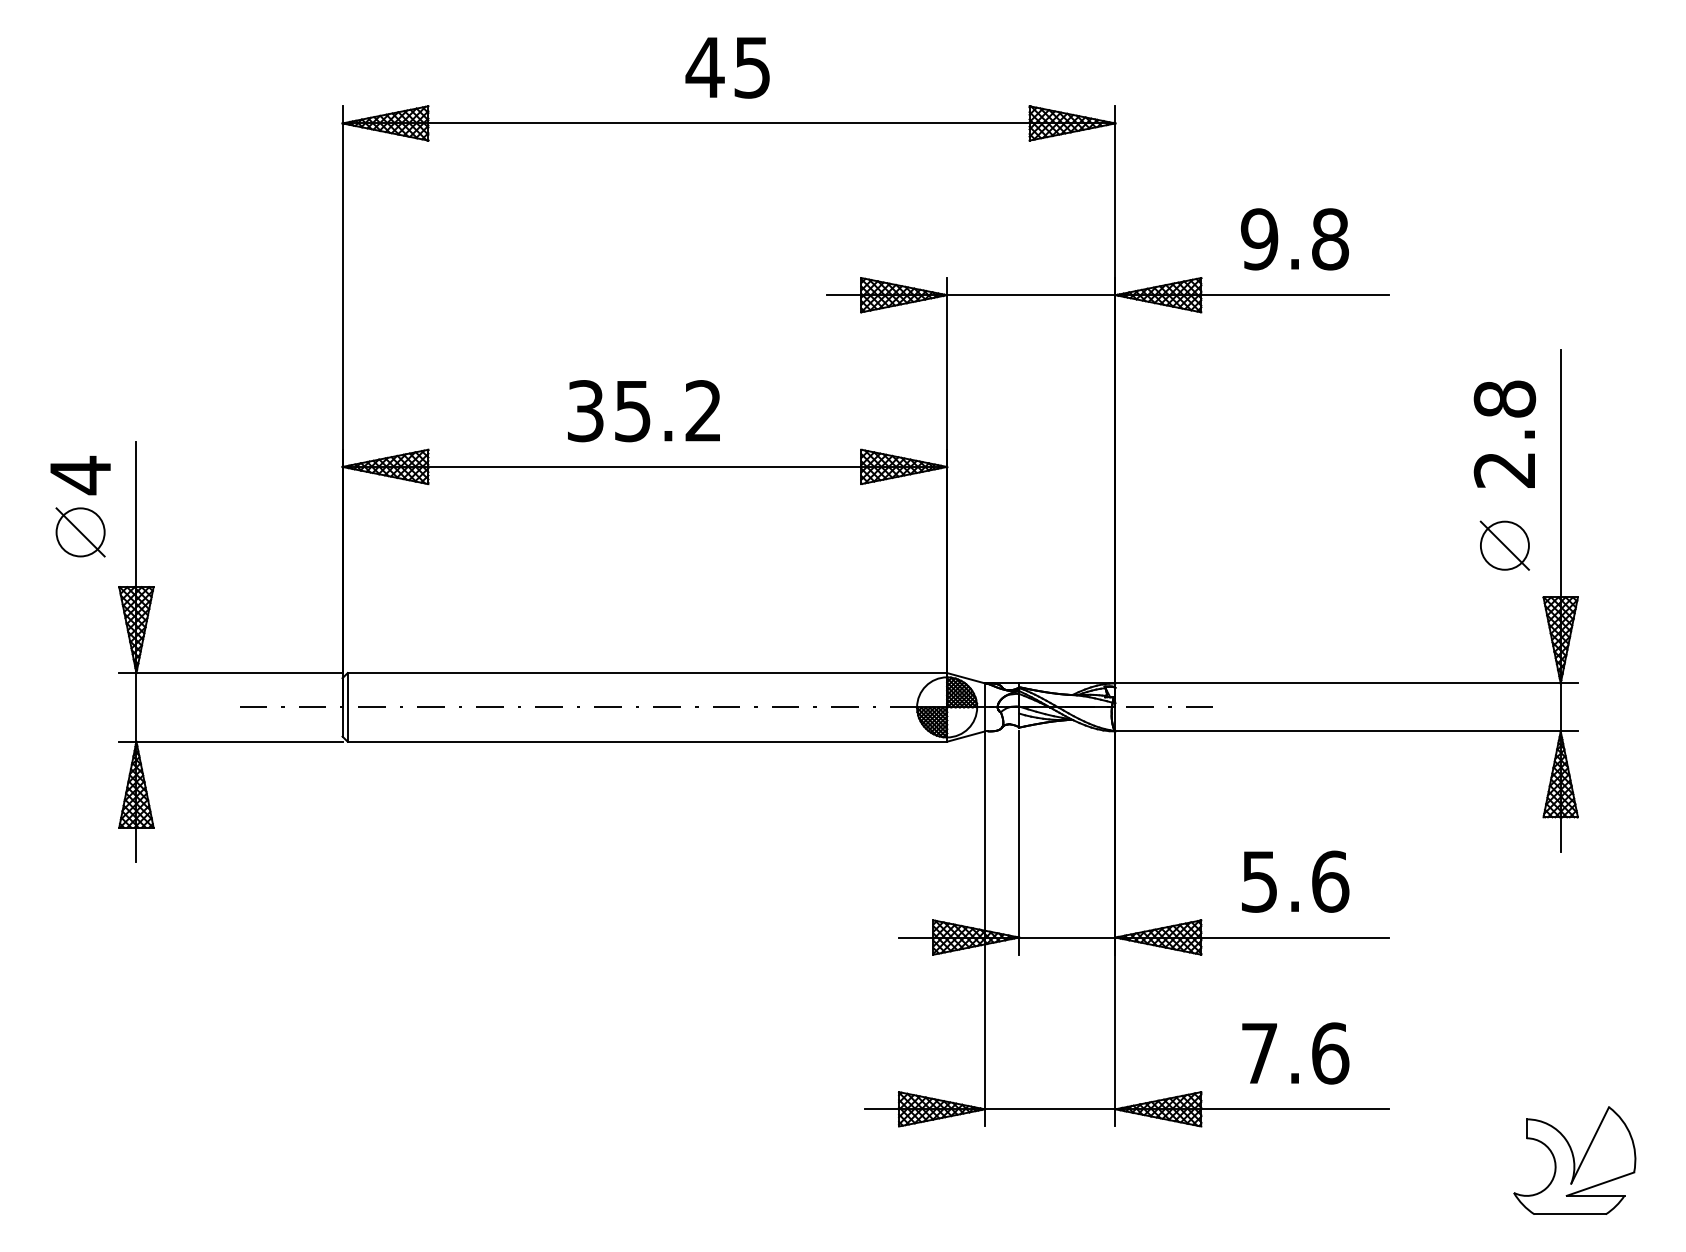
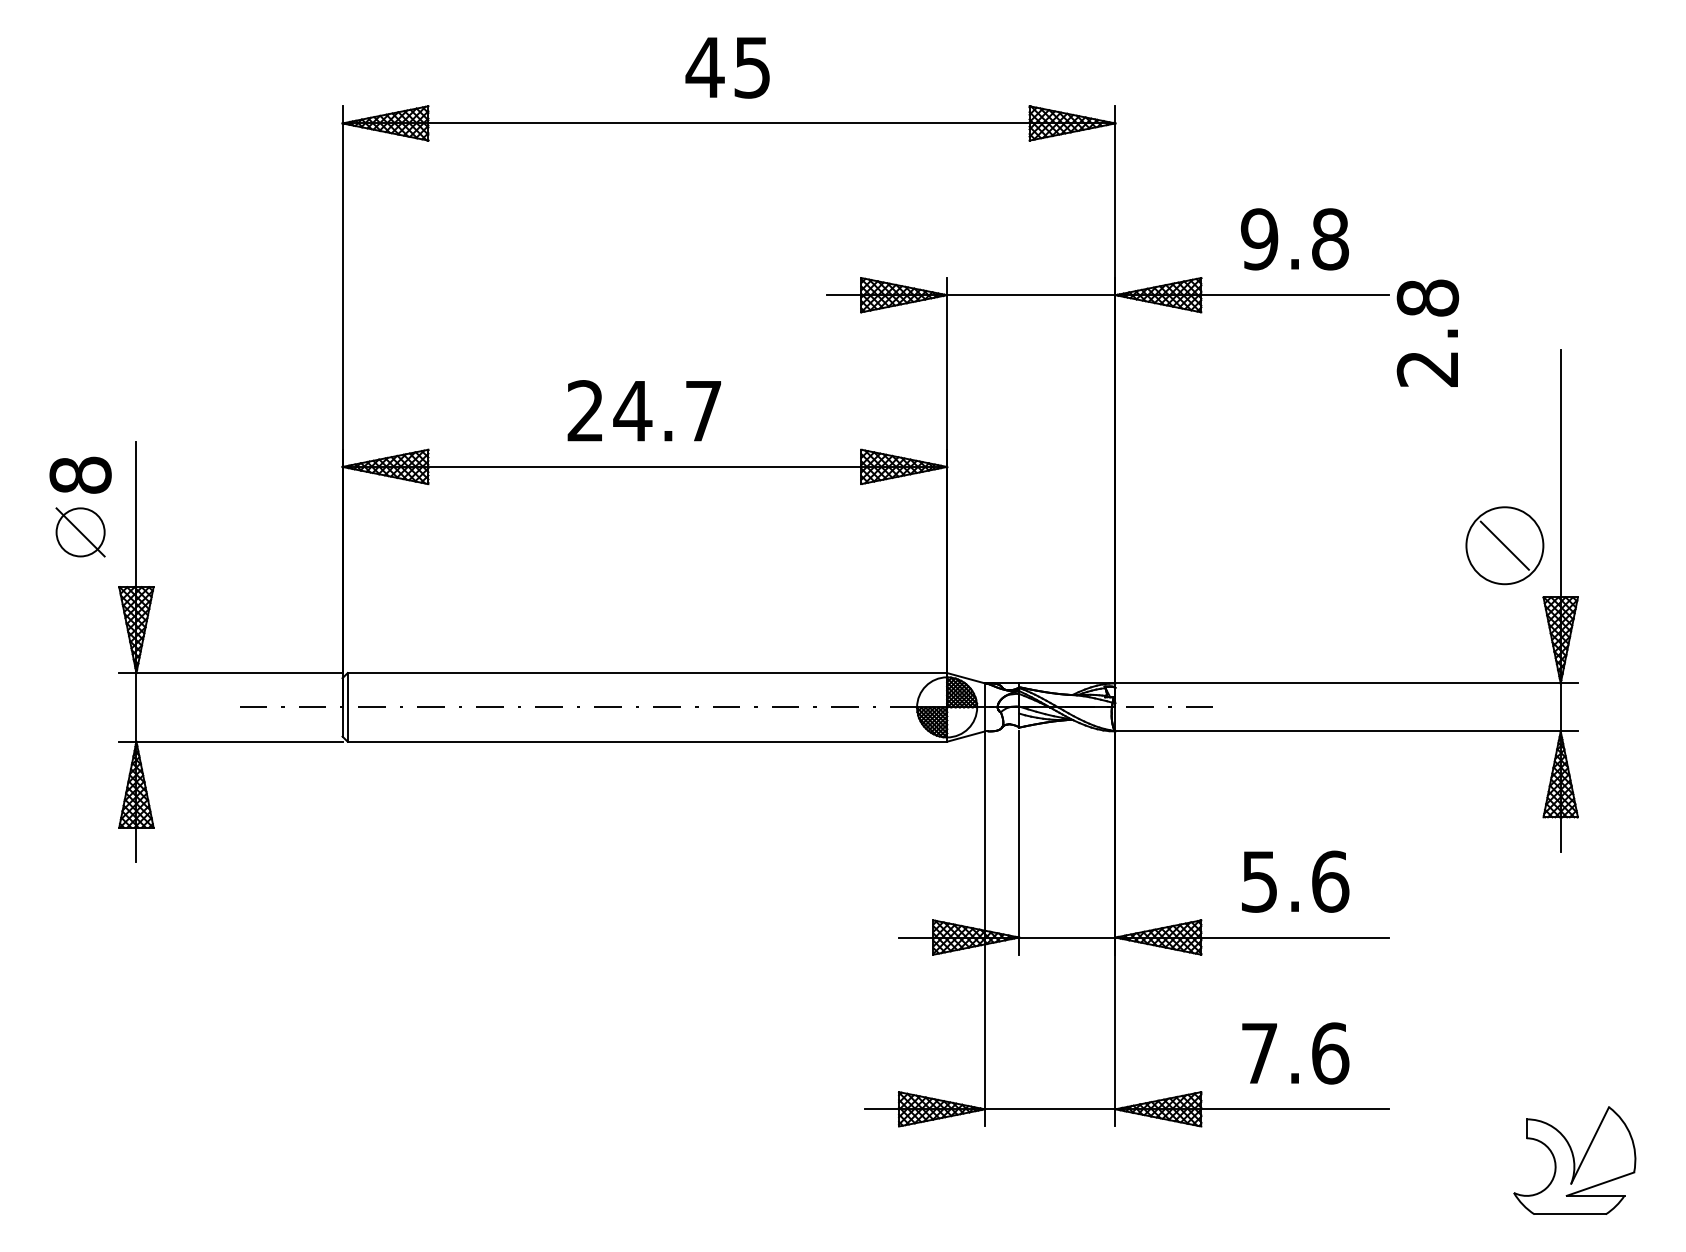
text at (644, 411): 35.2 -> 24.7
text at (1504, 433) position: (1504, 433) -> (1427, 332)
text at (80, 475): 4 -> 8
circle at (1504, 545) diameter: 48 px -> 77 px
